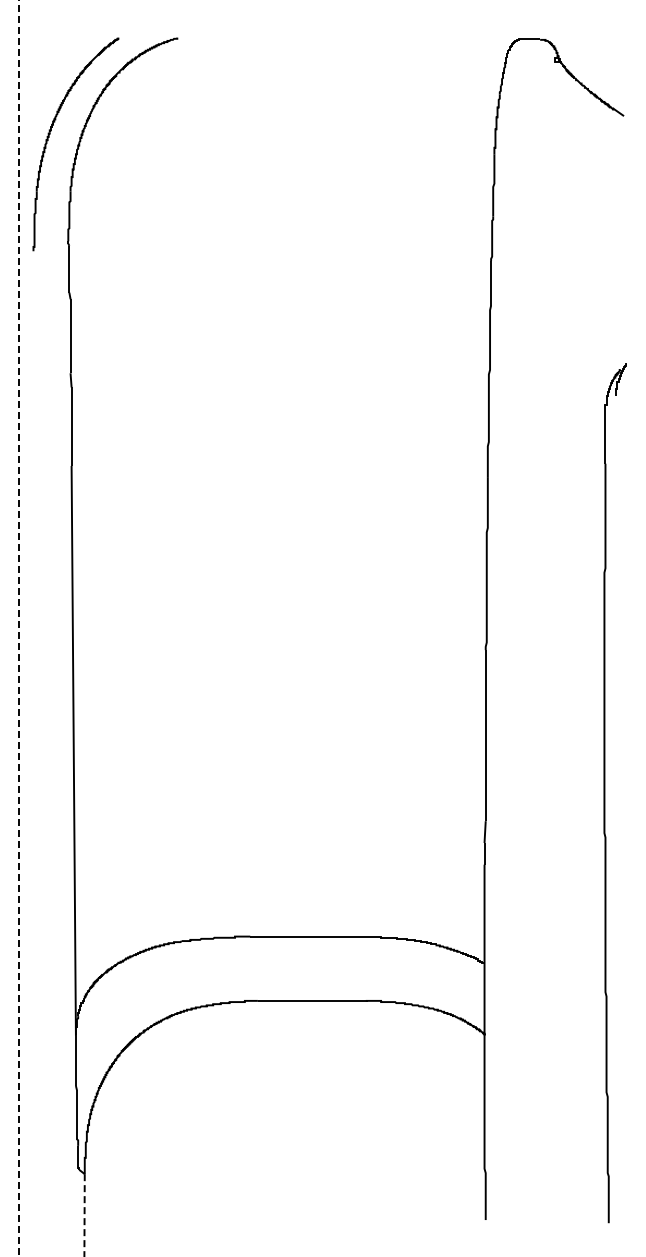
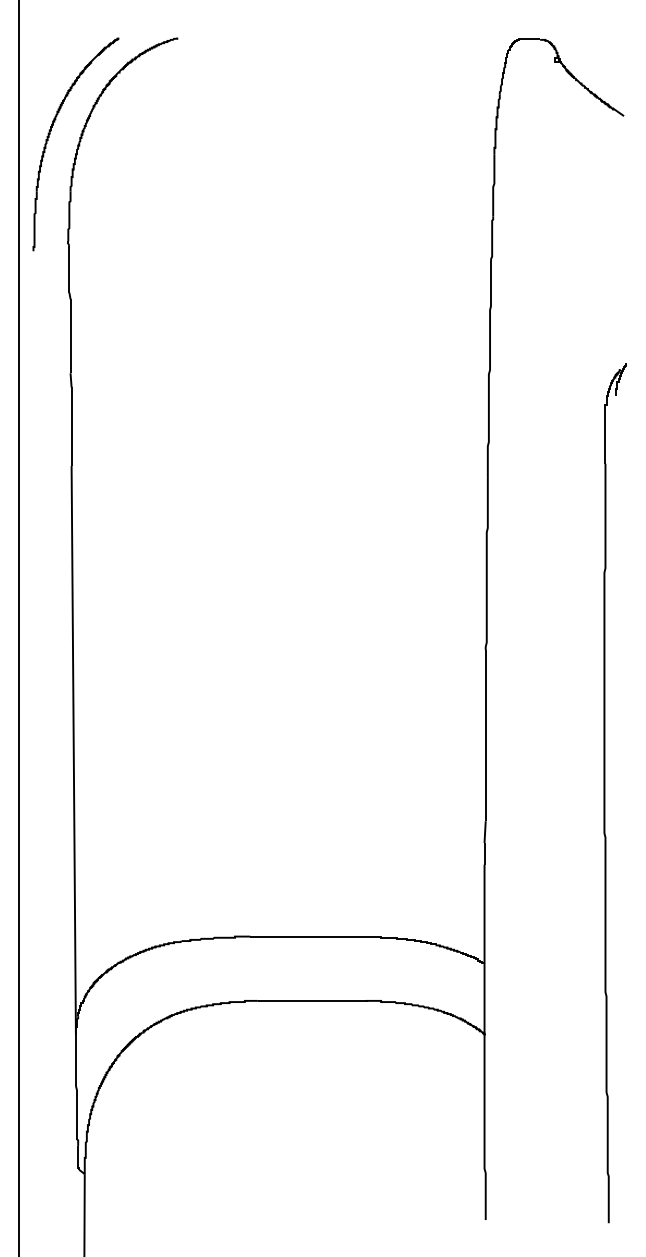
line at (19, 628): dashed -> solid
line at (84, 1215): dashed -> solid
